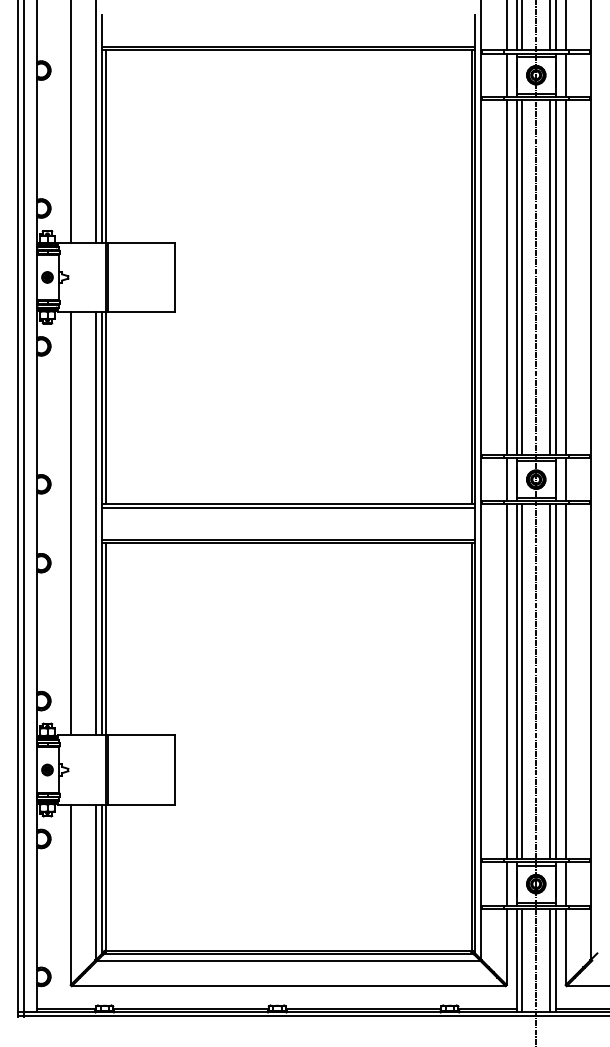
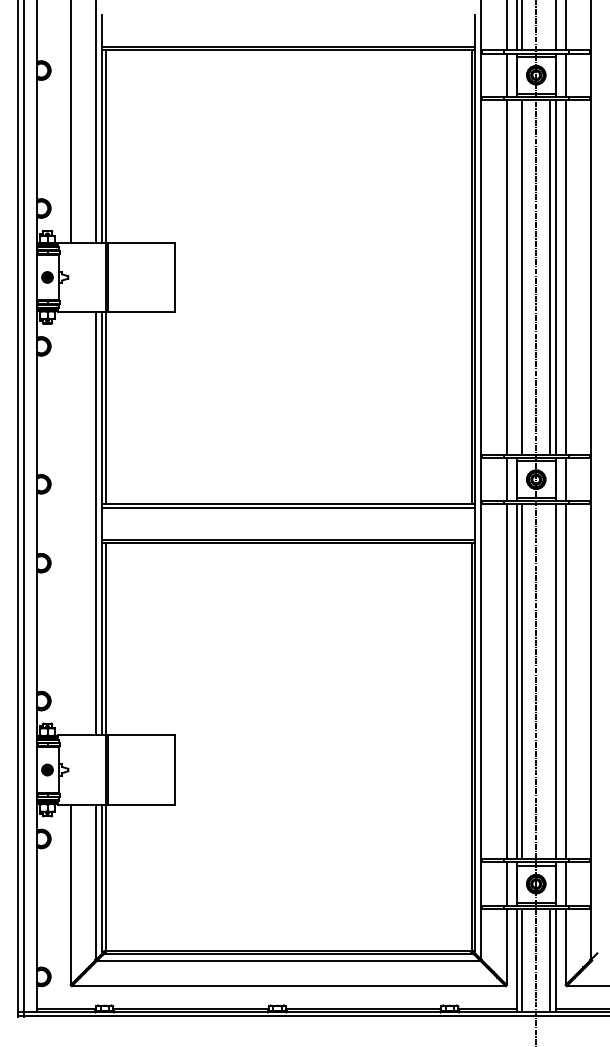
line at (550, 26): present -> none
line at (516, 276): present -> none
line at (70, 523): present -> none
line at (550, 681): present -> none
